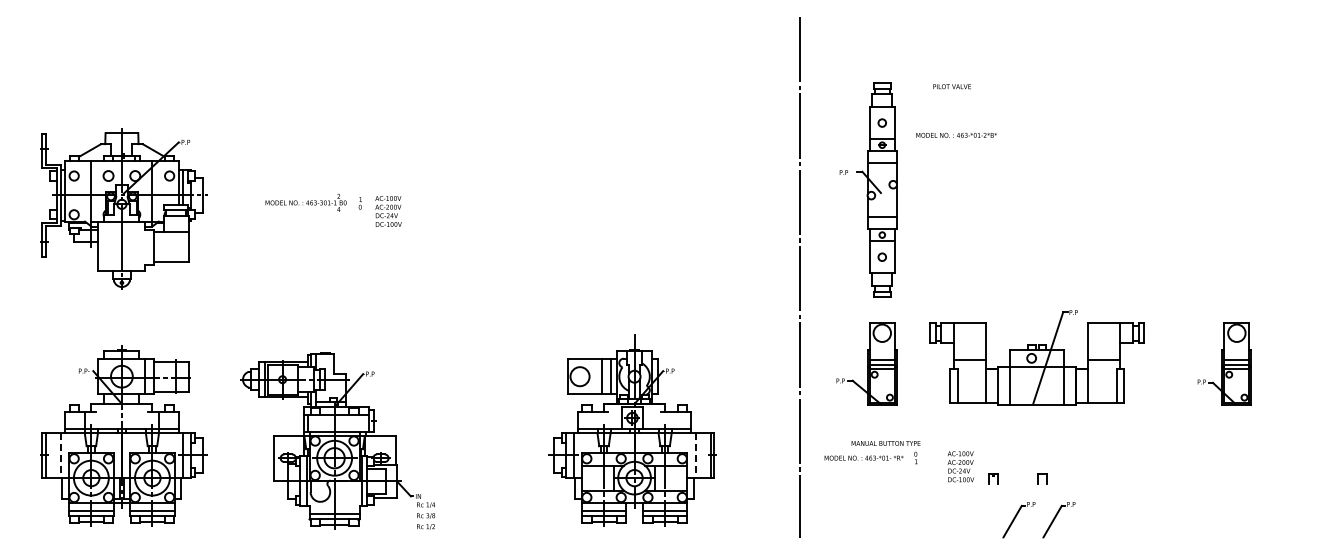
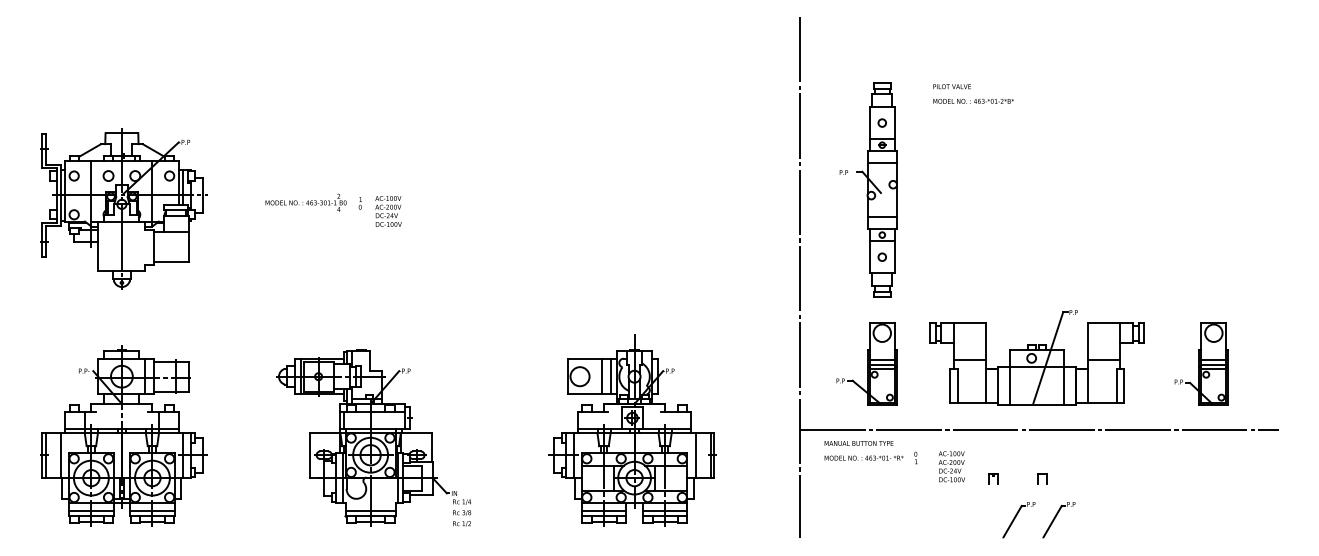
text at (956, 135) position: (956, 135) -> (973, 101)
part at (1224, 363) position: (1224, 363) -> (1201, 363)
line at (1039, 429): none -> present
part at (337, 440) position: (337, 440) -> (373, 437)
text at (885, 443) position: (885, 443) -> (858, 443)
line at (60, 455): dashed -> solid
line at (695, 455): dashed -> solid
text at (960, 466) position: (960, 466) -> (951, 466)
